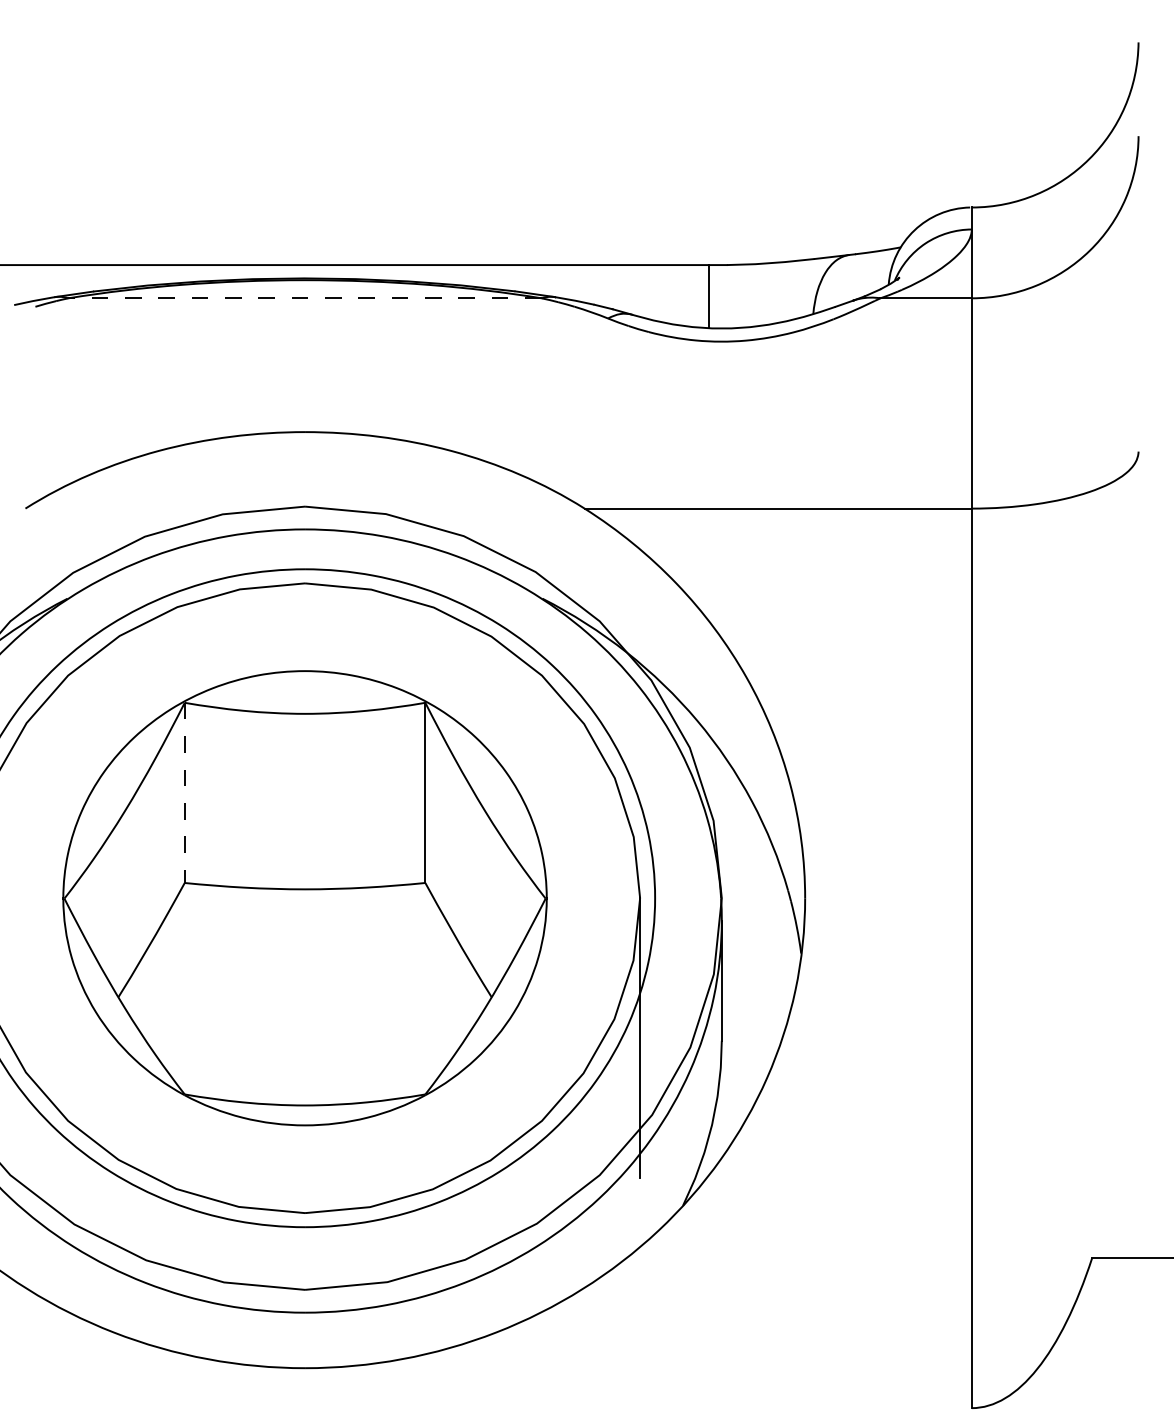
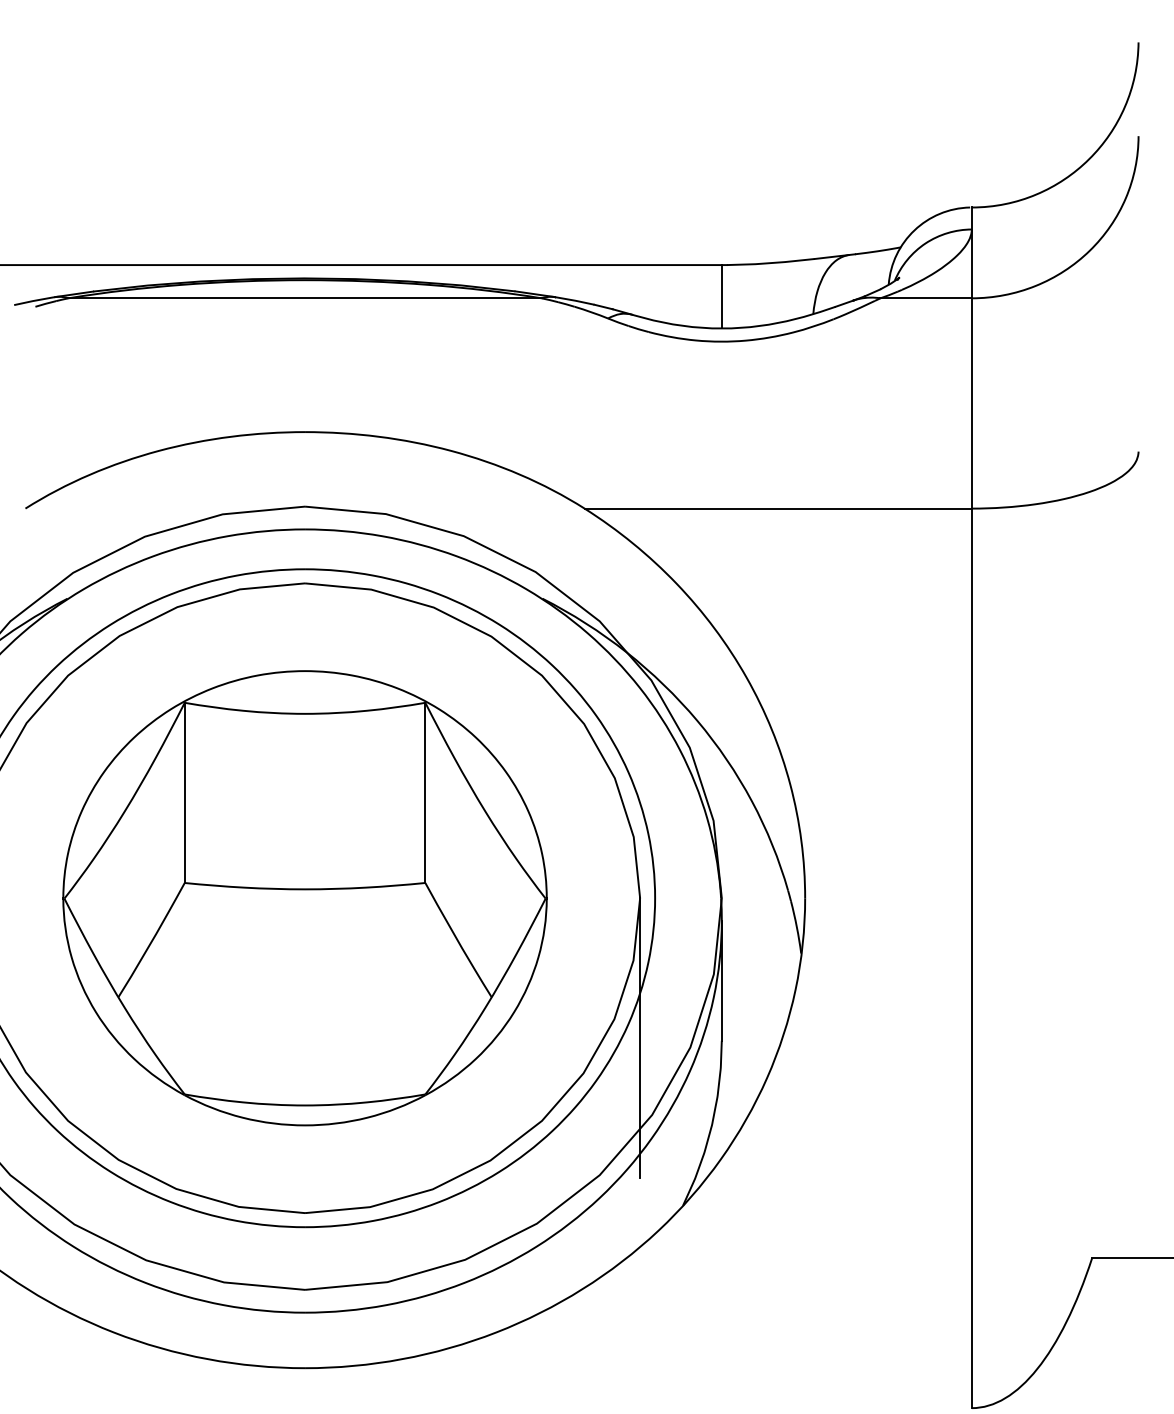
line at (708, 296) position: (708, 296) -> (721, 296)
line at (305, 298): dashed -> solid
line at (184, 793): dashed -> solid
